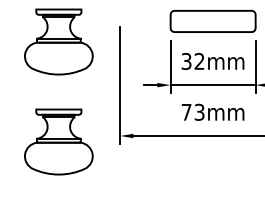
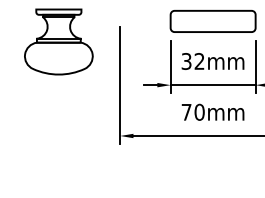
text at (199, 111): 73mm -> 70mm
part at (58, 141): present -> none
